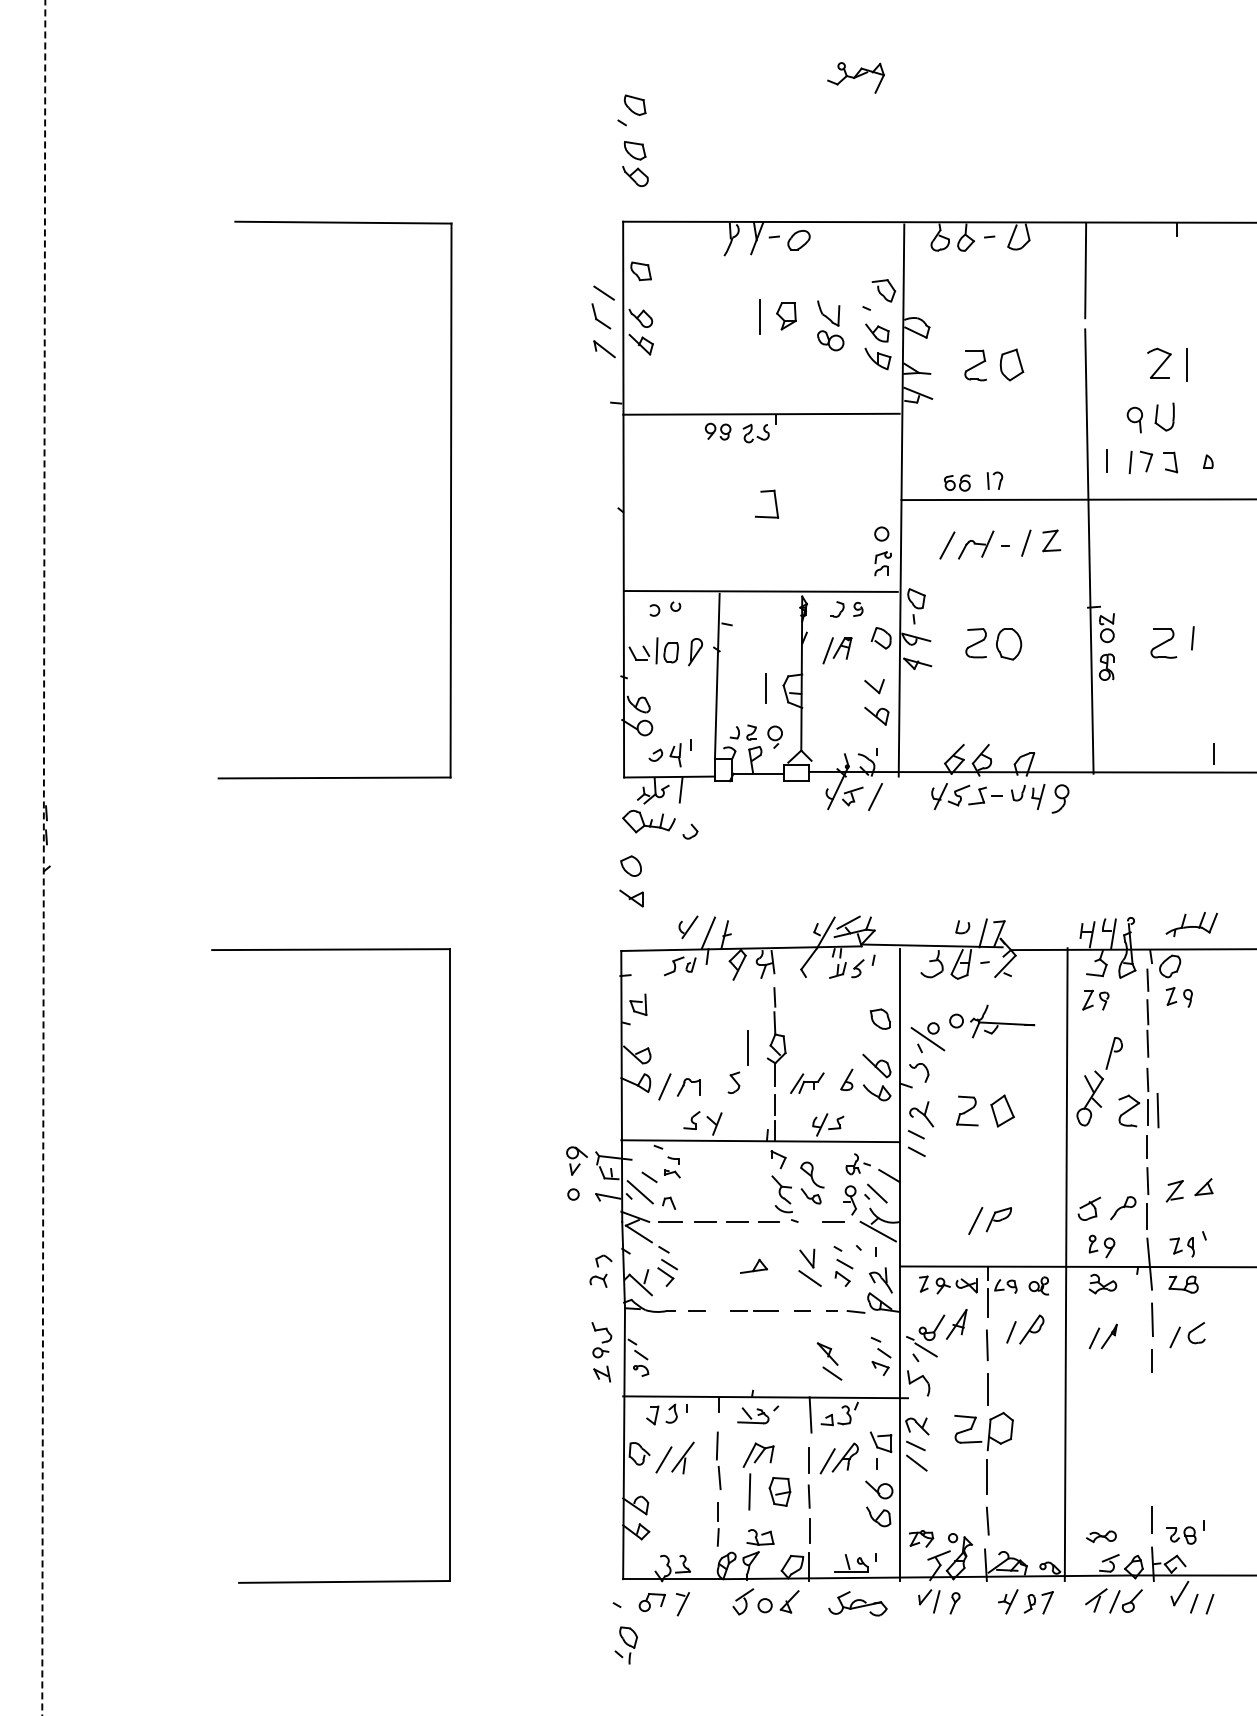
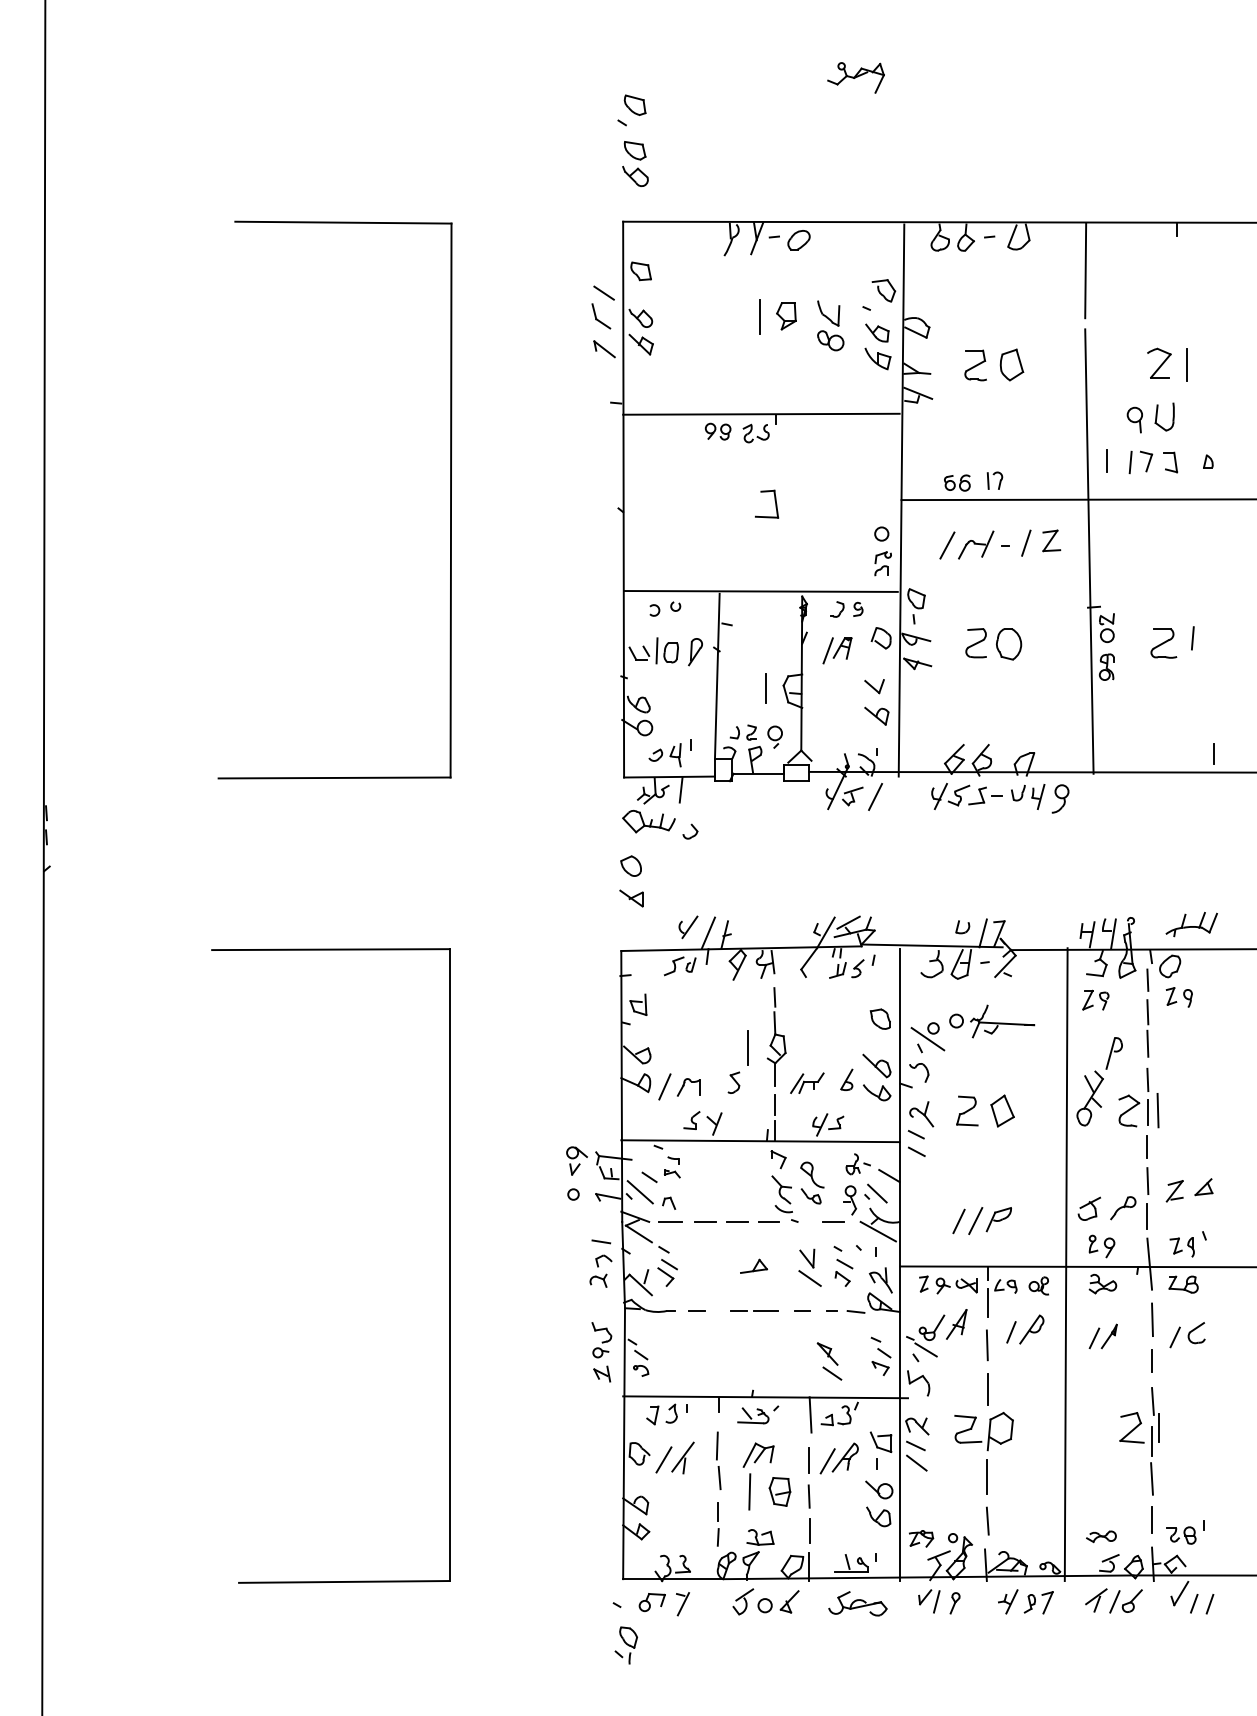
line at (43, 857): dashed -> solid
line at (958, 1221): none -> present
line at (601, 1241): none -> present
part at (1139, 1441): none -> present
